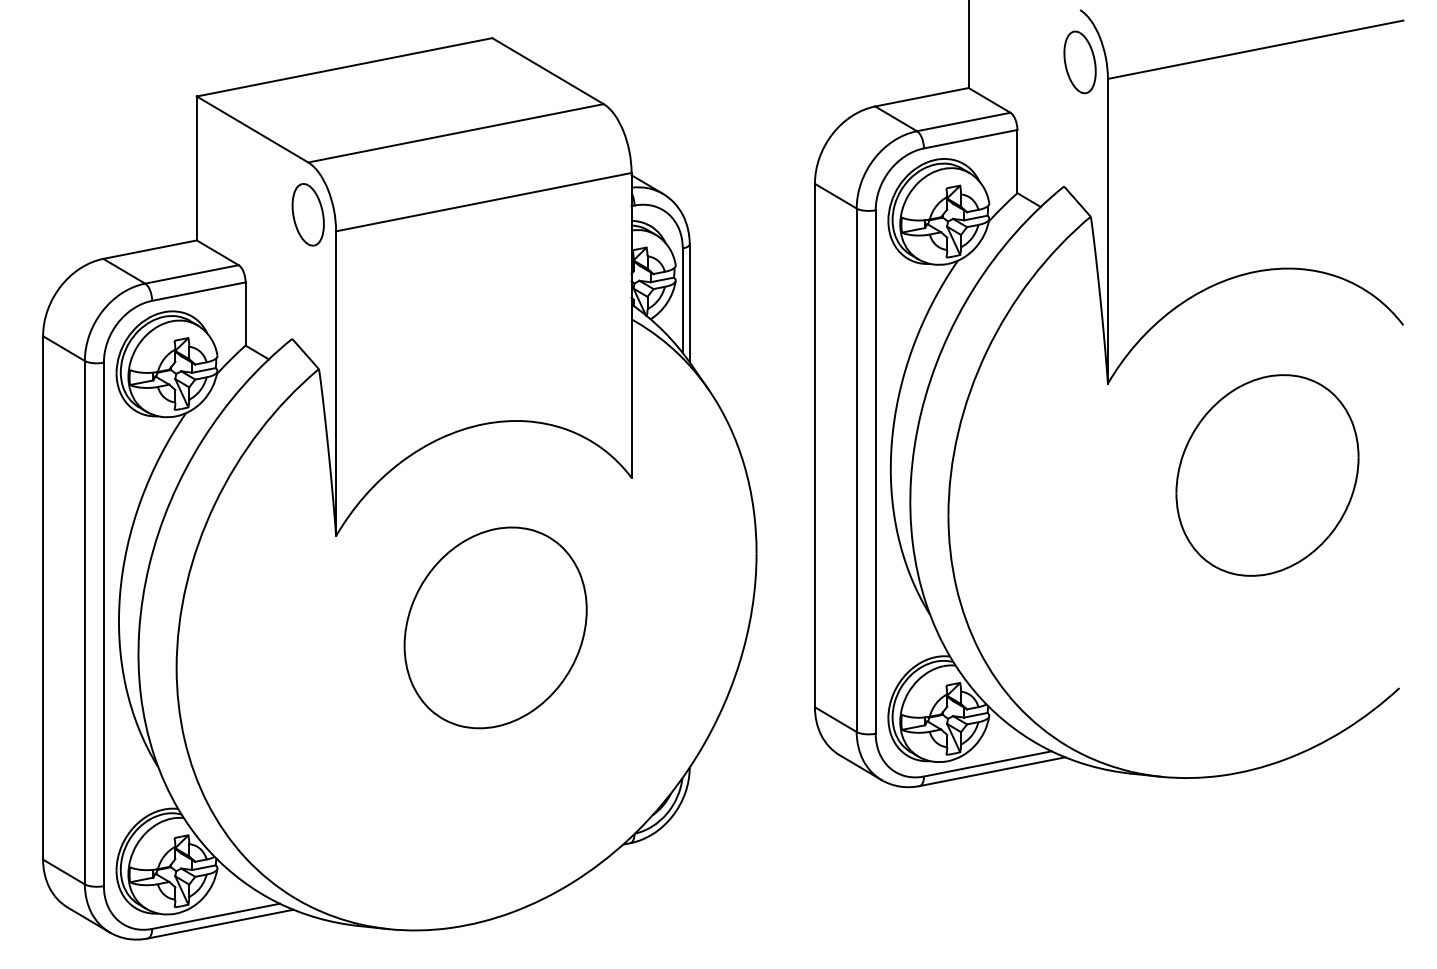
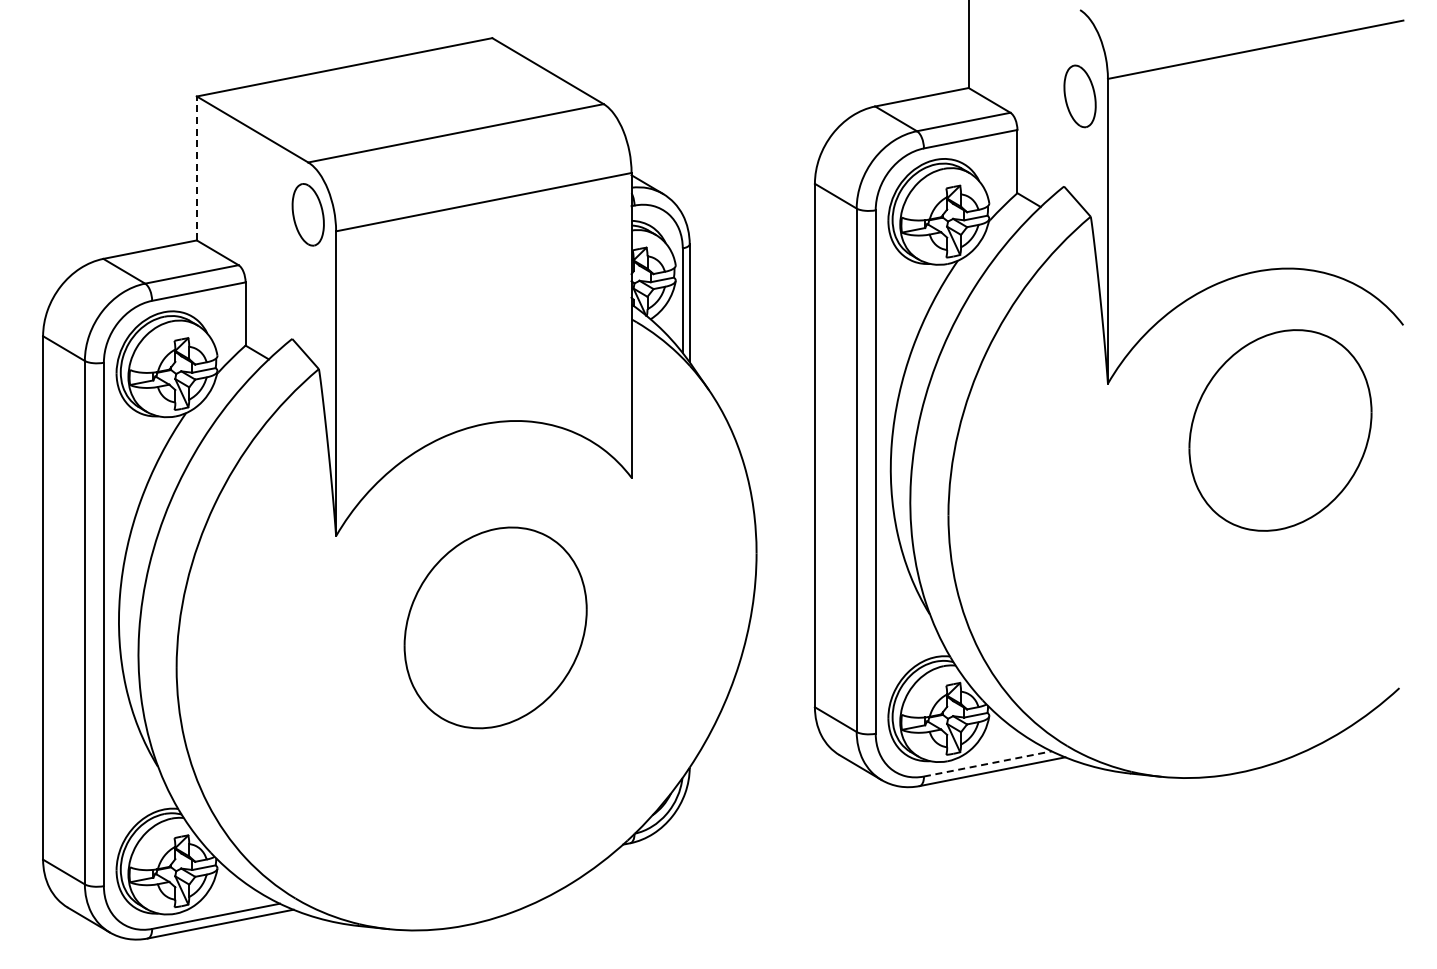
part at (1079, 62) position: (1079, 62) -> (1079, 96)
line at (196, 168): solid -> dashed
part at (1267, 475) position: (1267, 475) -> (1280, 430)
line at (988, 763): solid -> dashed
